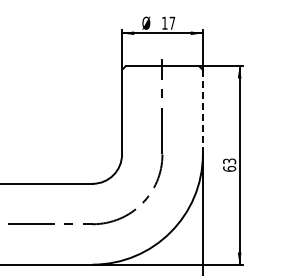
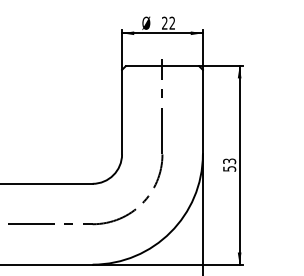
text at (168, 22): 17 -> 22
line at (202, 111): dashed -> solid
text at (229, 168): 63 -> 53
